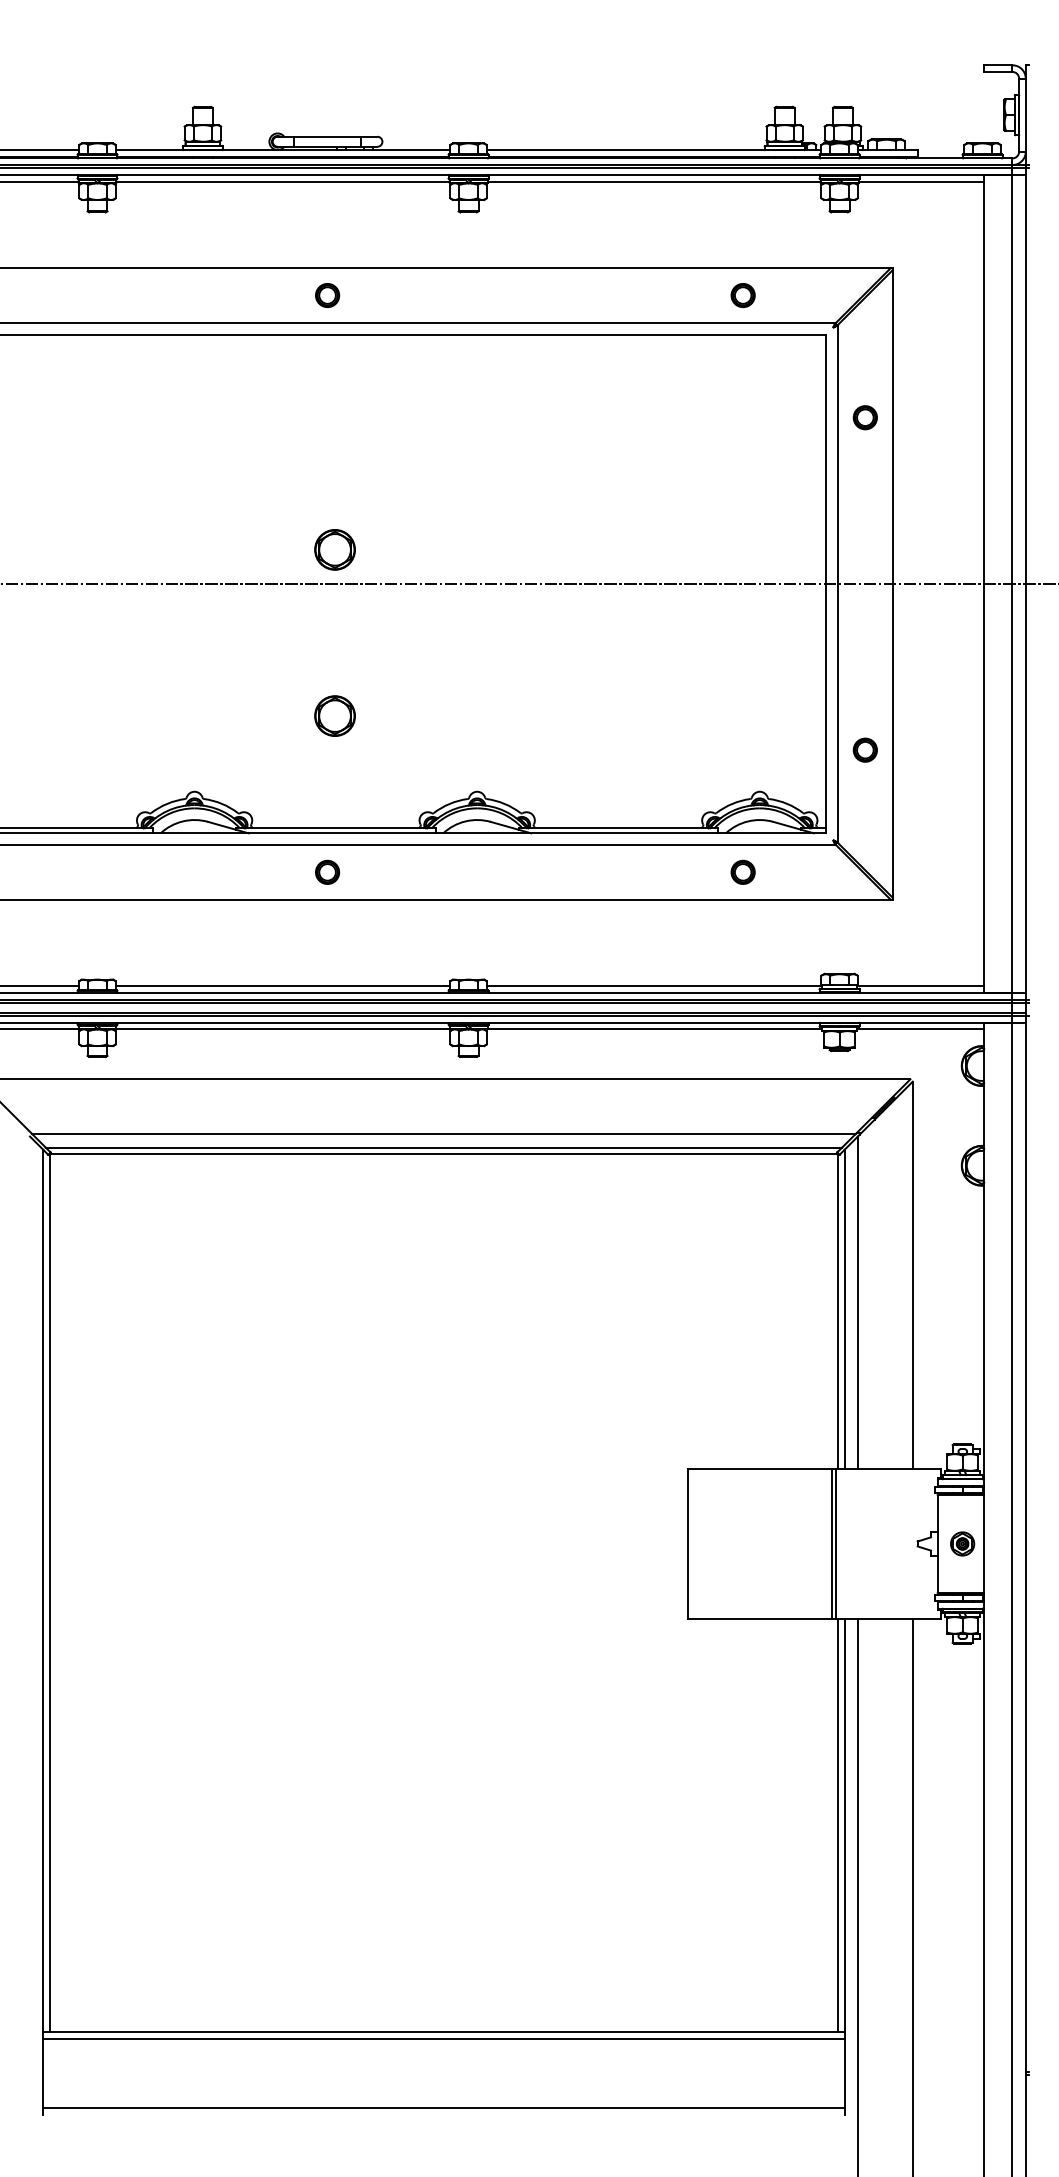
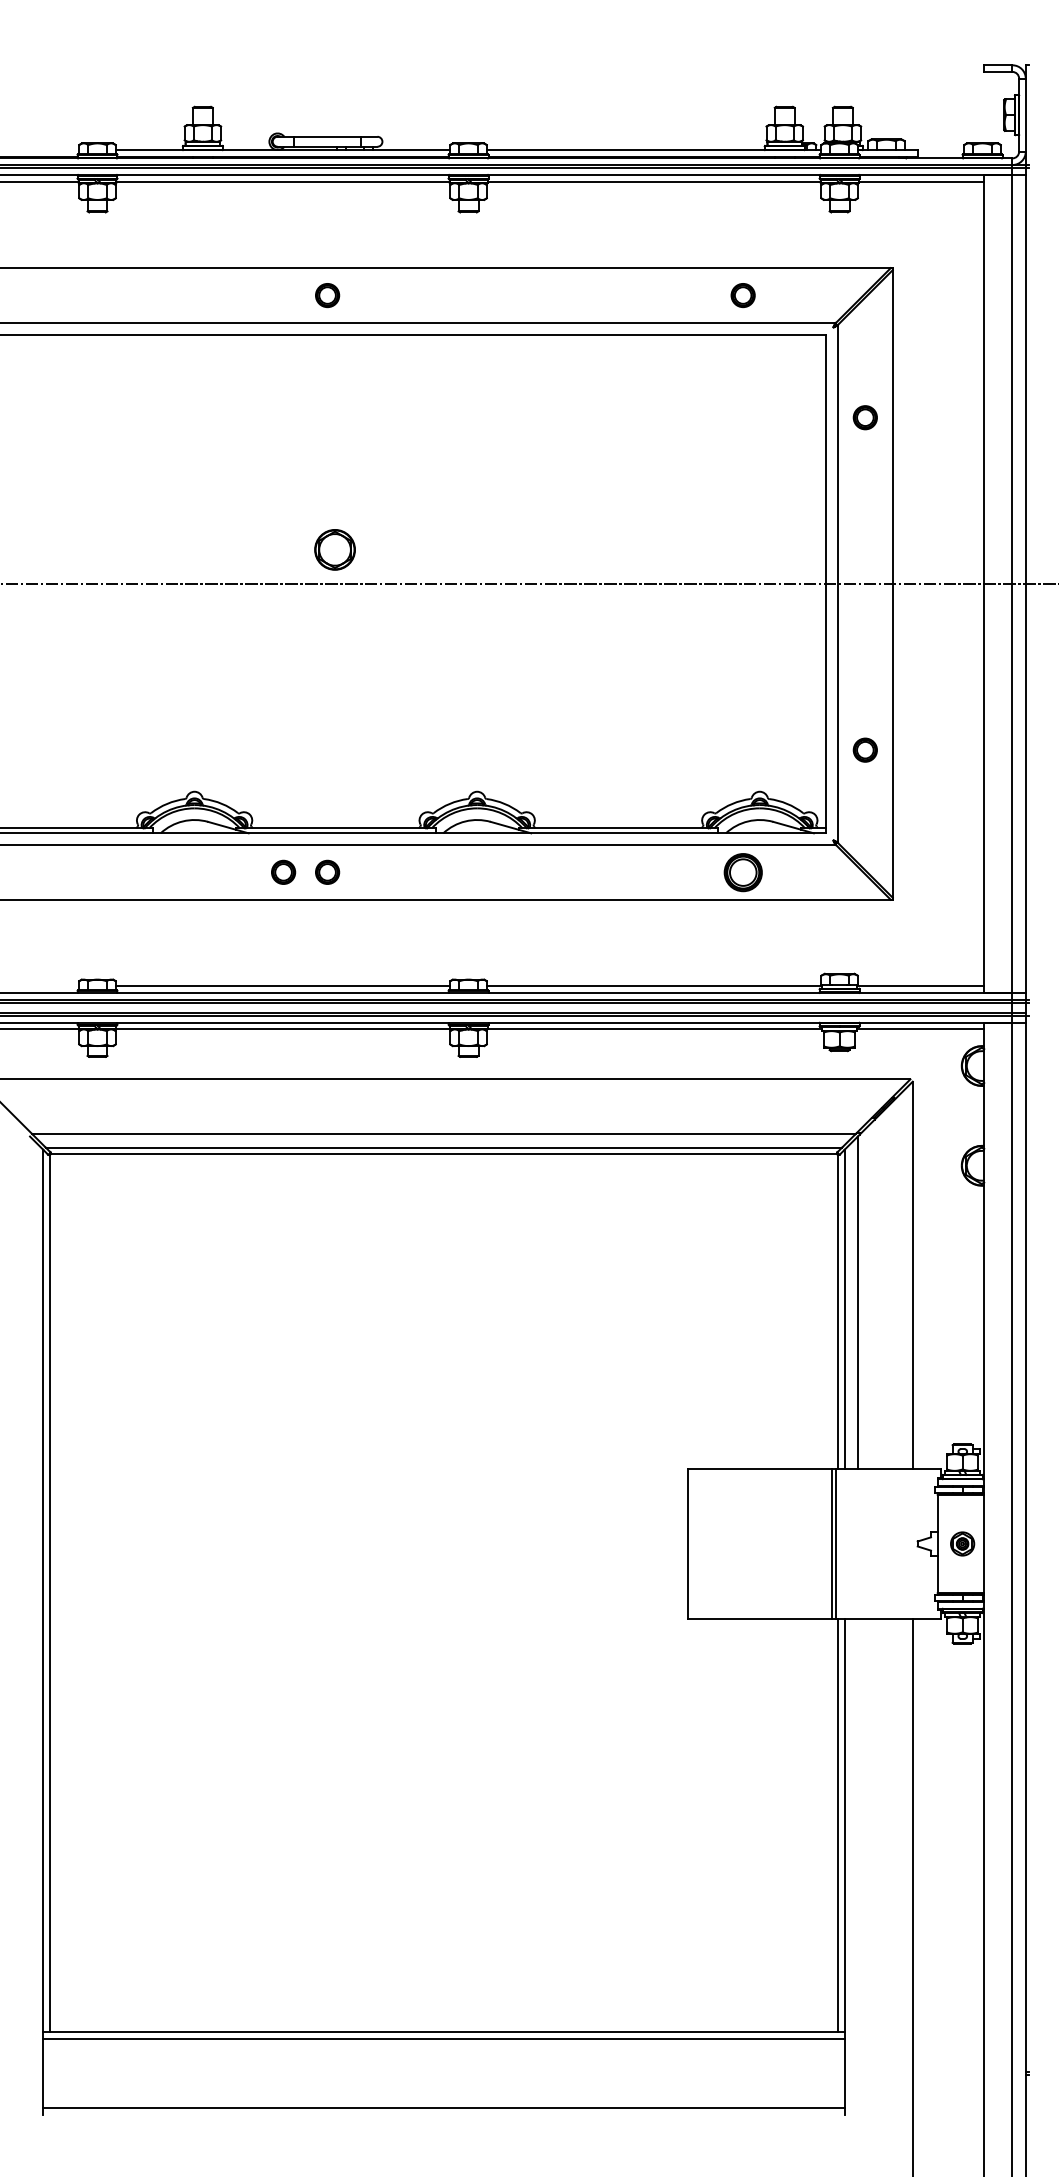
line at (40, 150): present -> none
part at (334, 715): present -> none
part at (283, 871): none -> present
part at (742, 871) size: 26x26 px -> 40x40 px
line at (40, 986): present -> none
line at (857, 1895): present -> none
